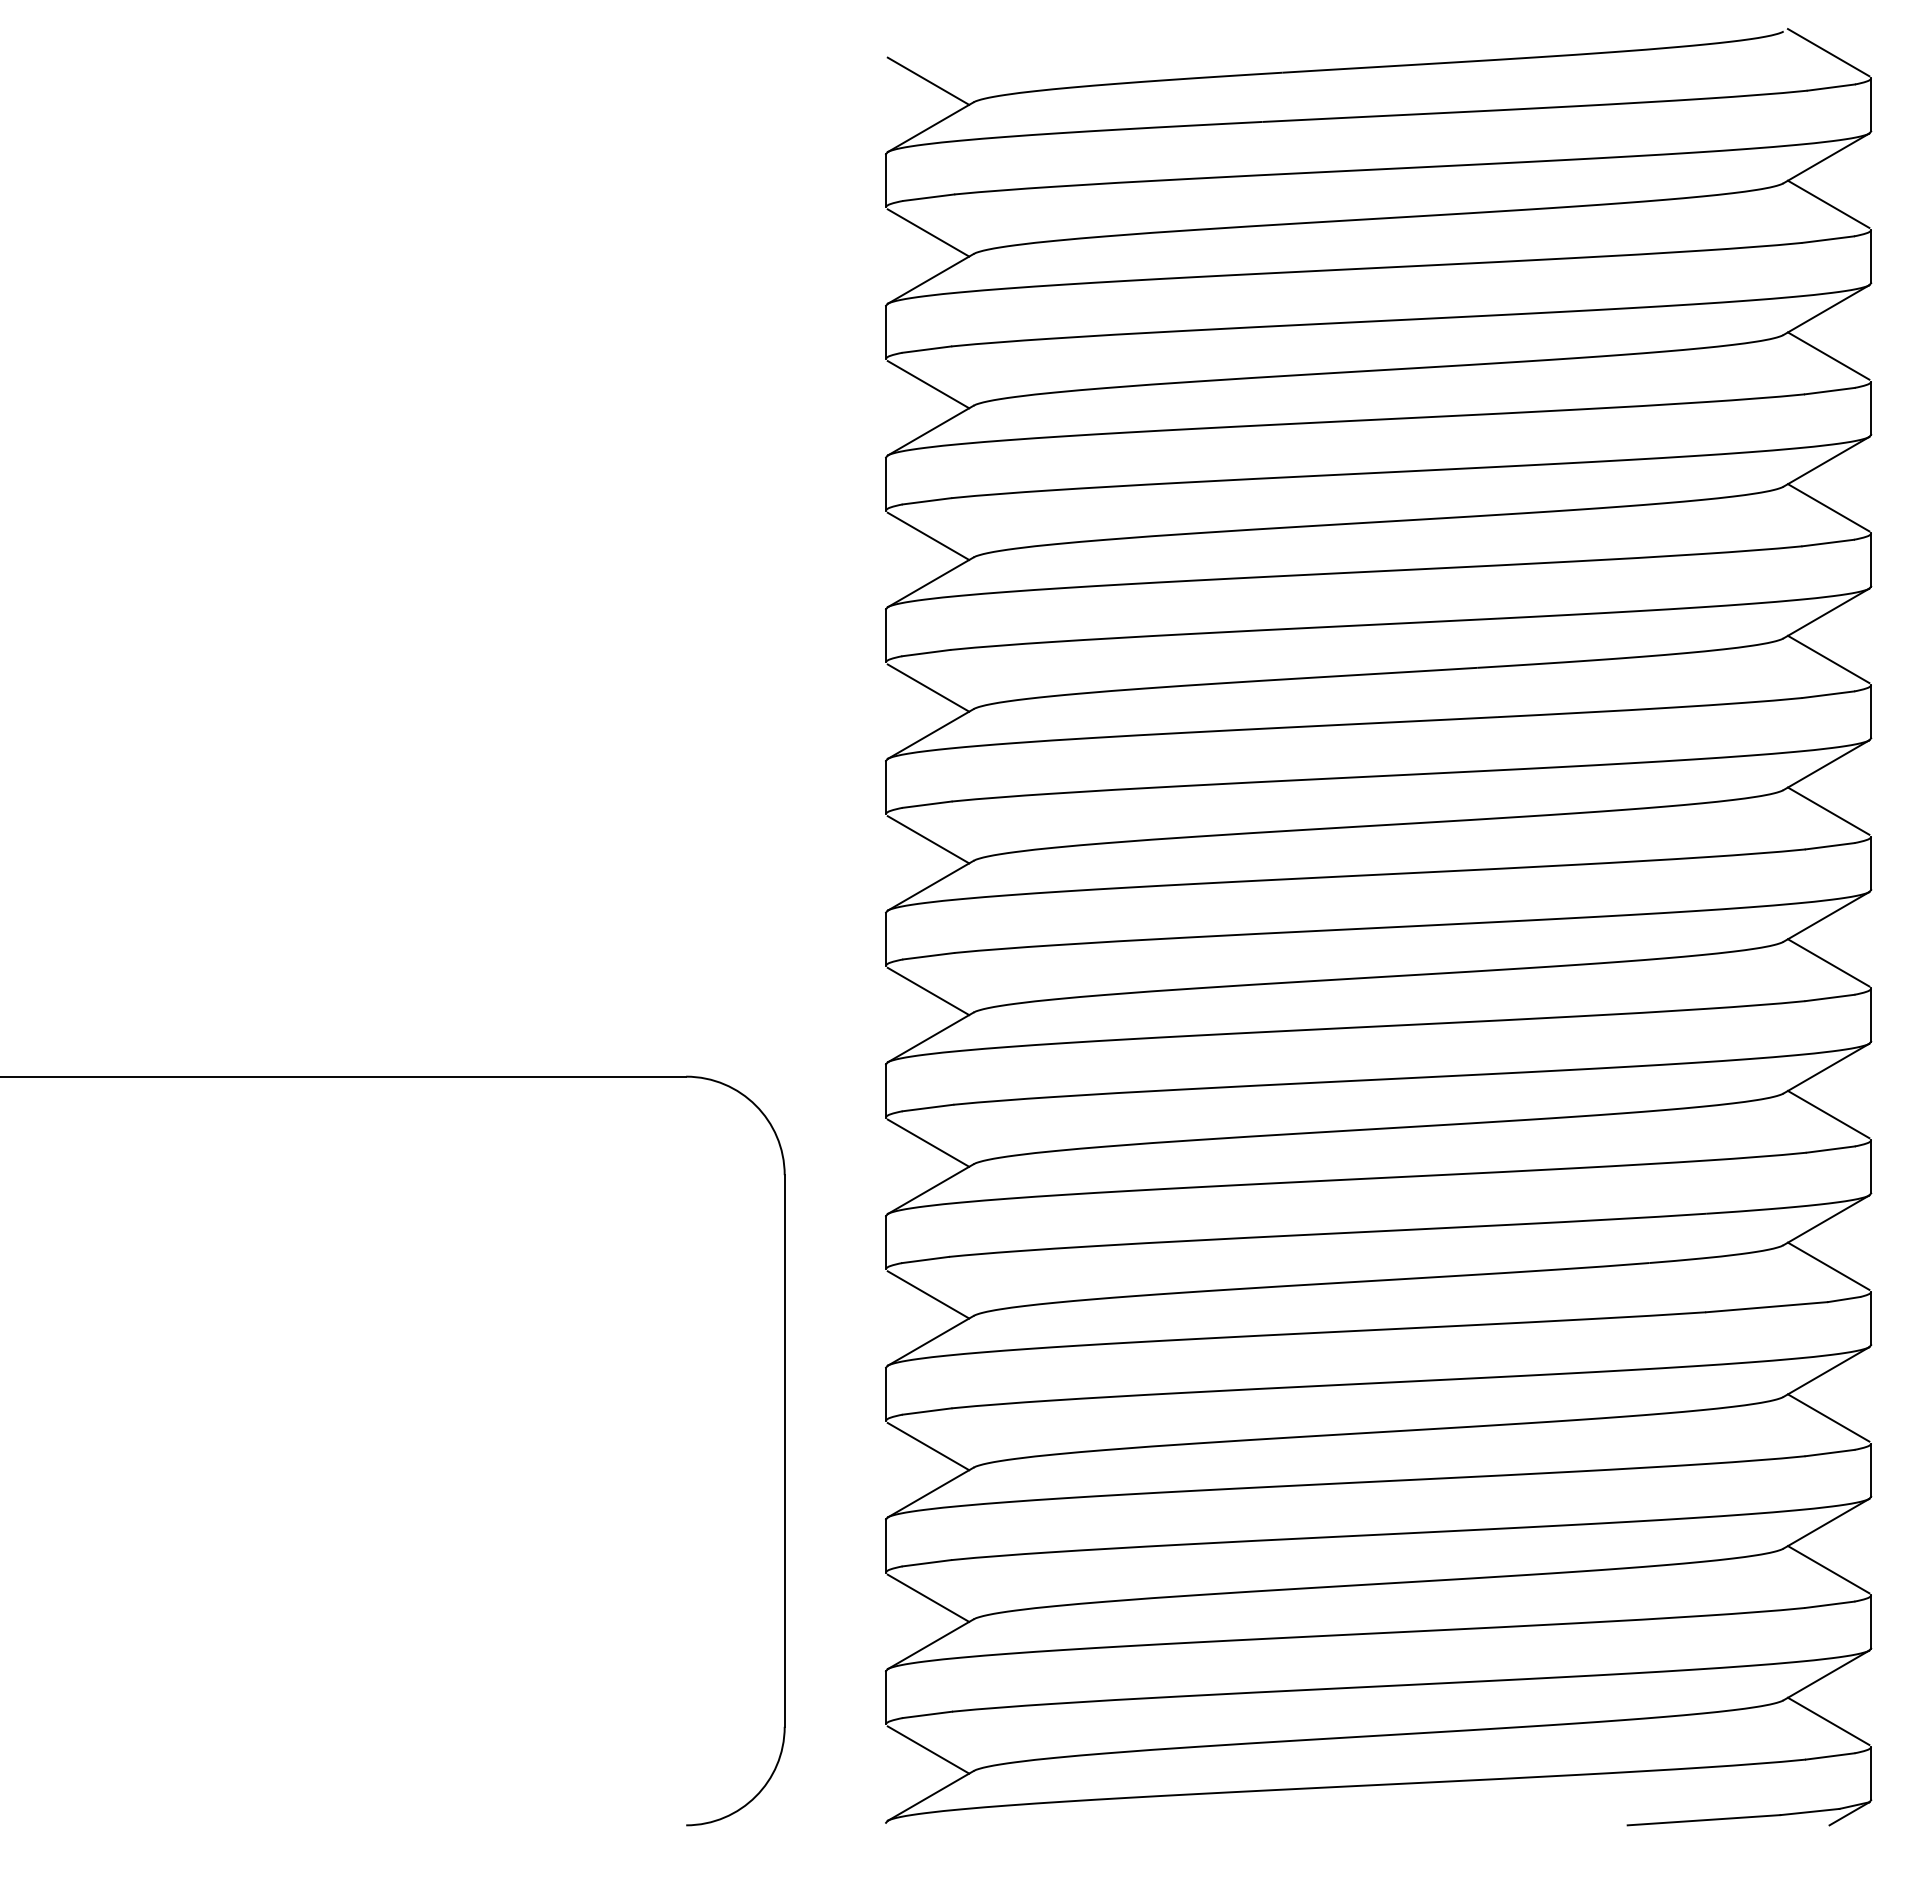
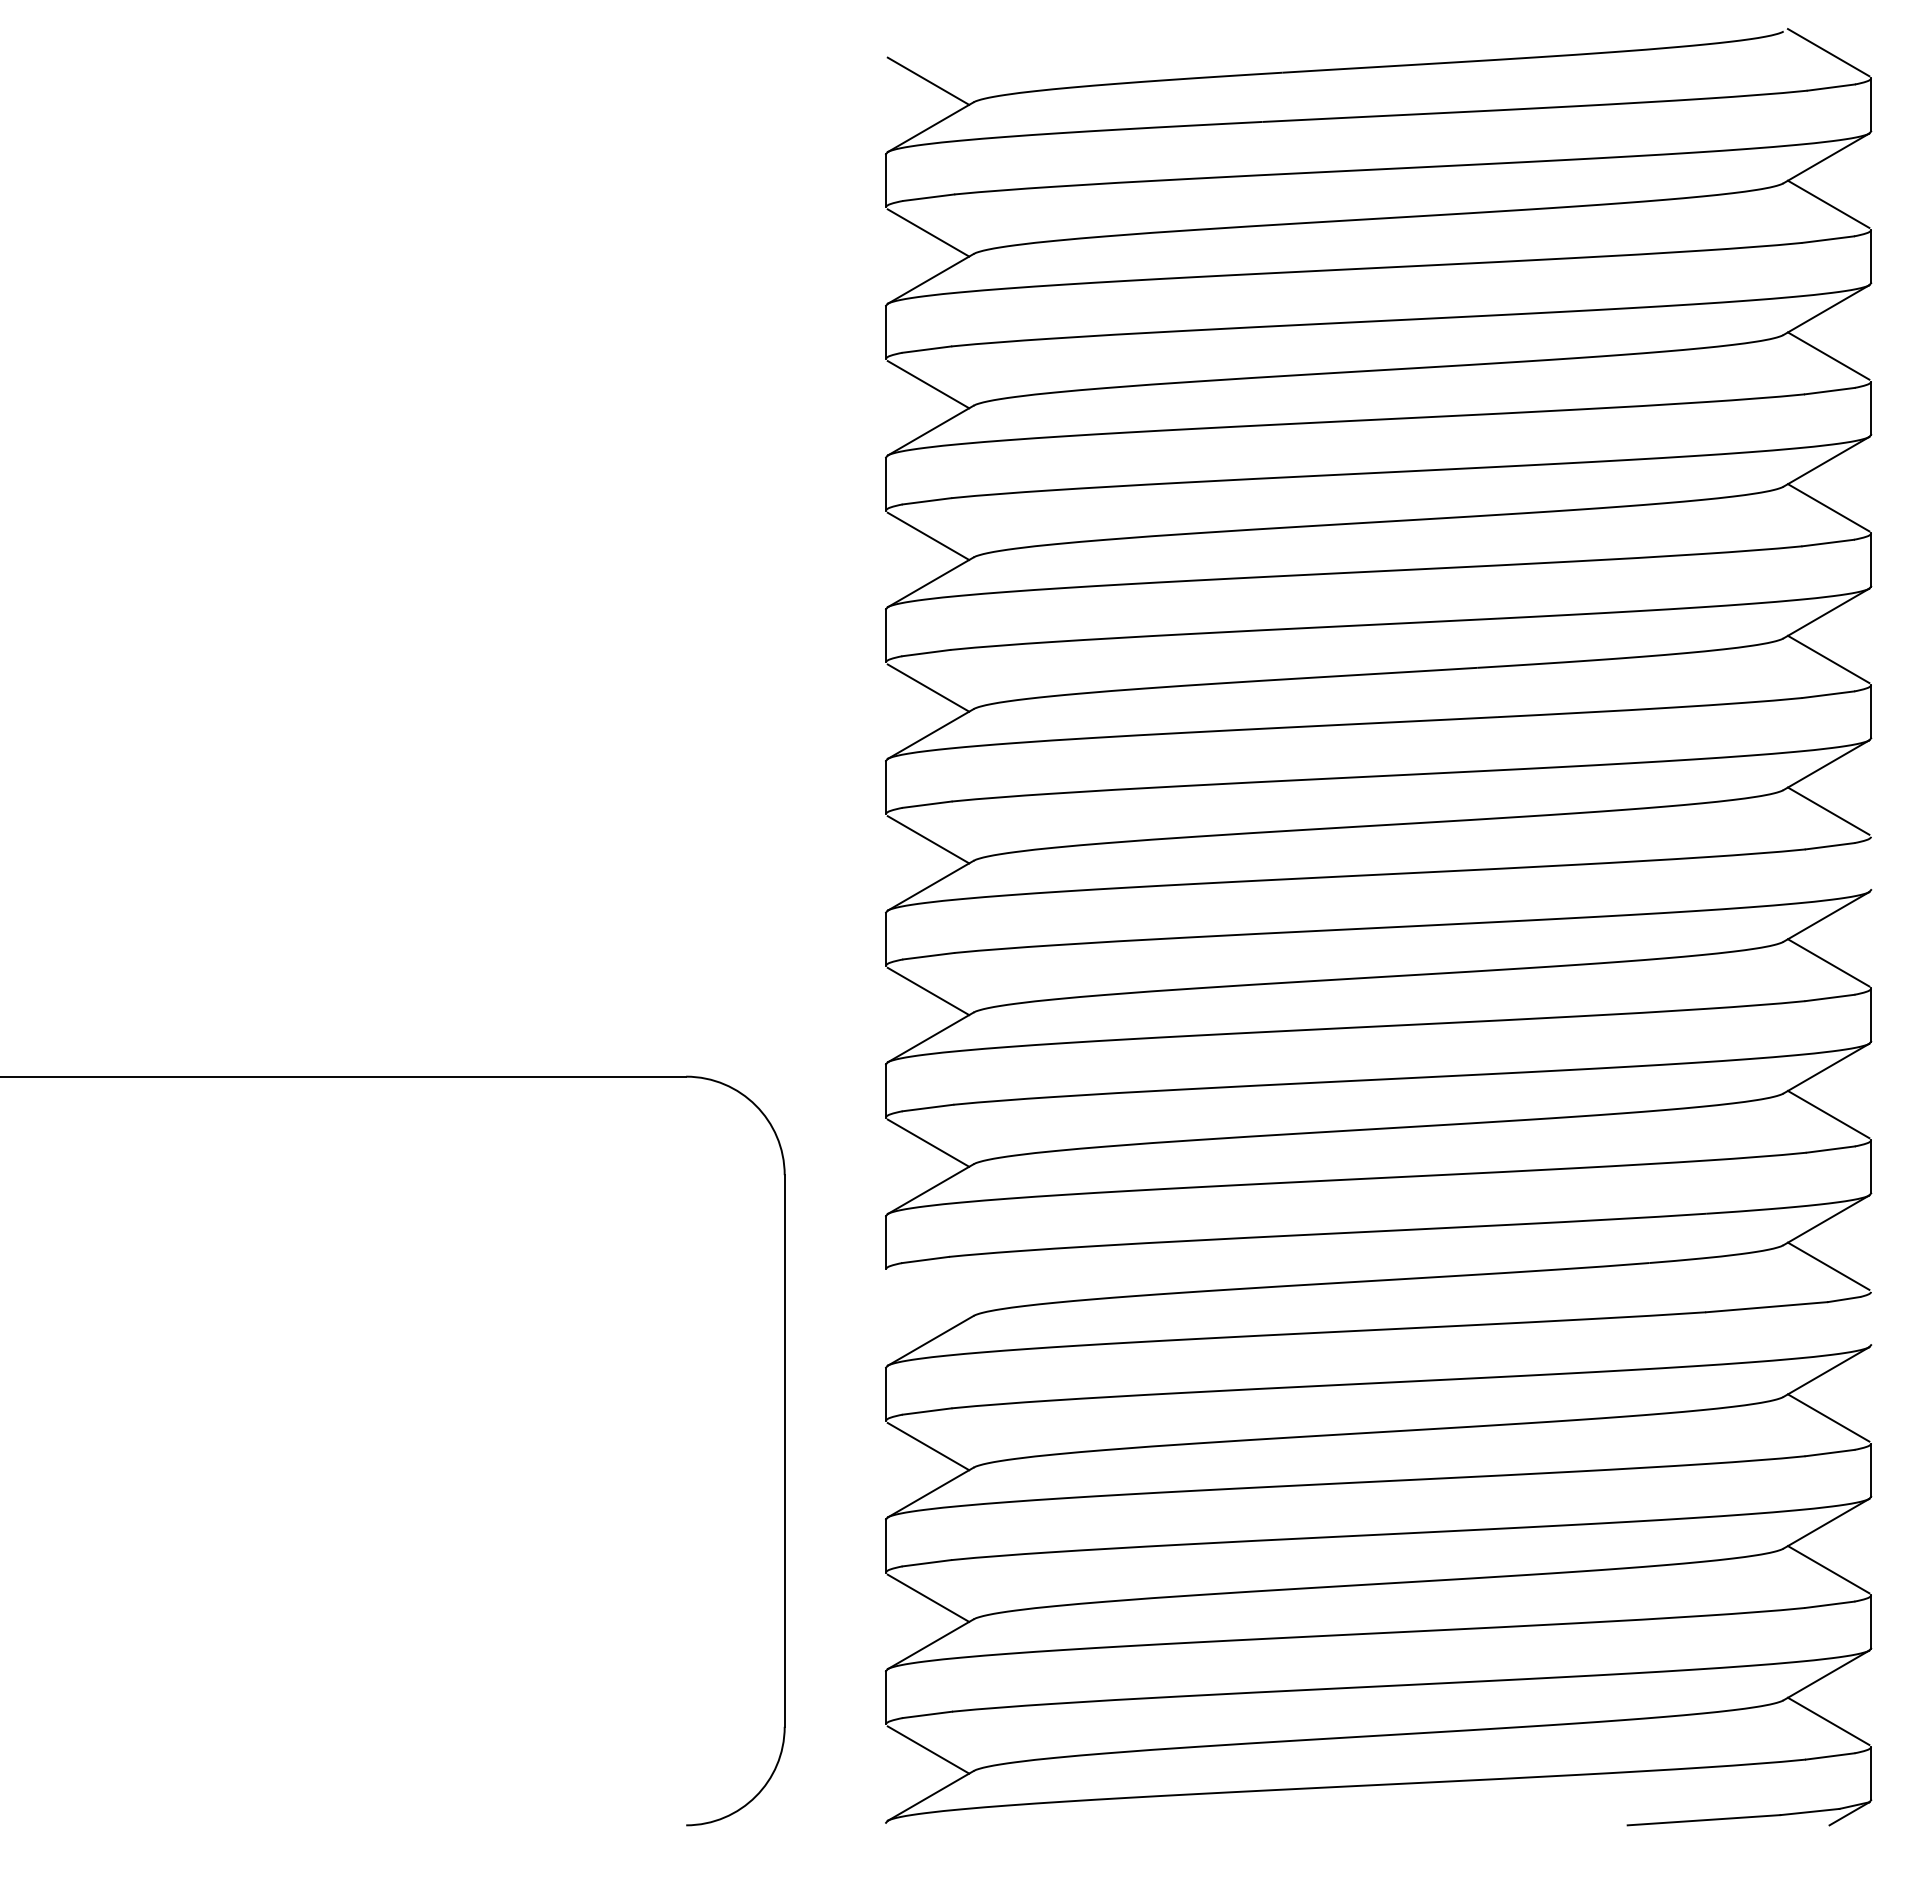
line at (1871, 862): present -> none
line at (928, 1294): present -> none
line at (1871, 1318): present -> none
